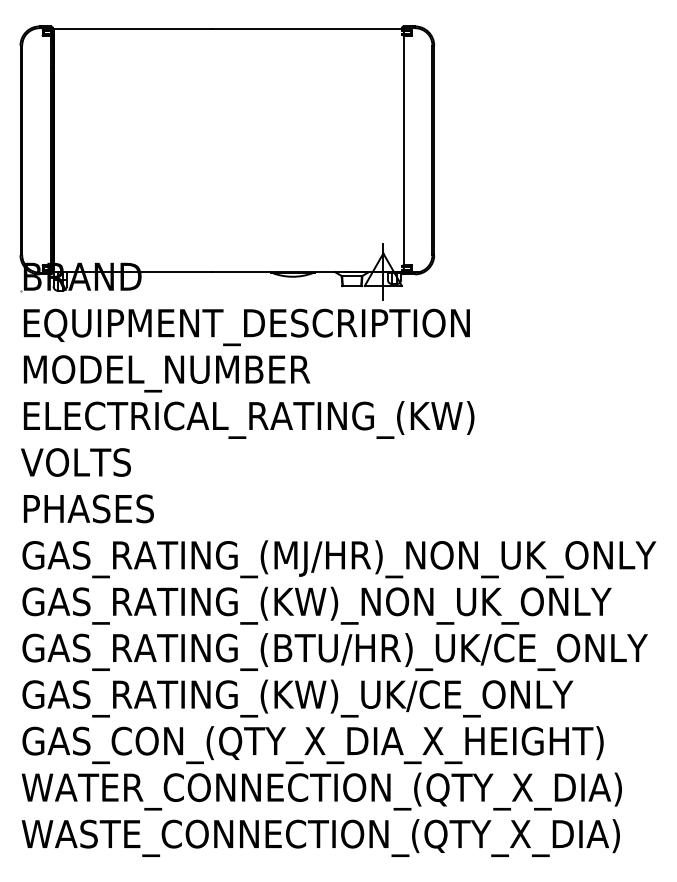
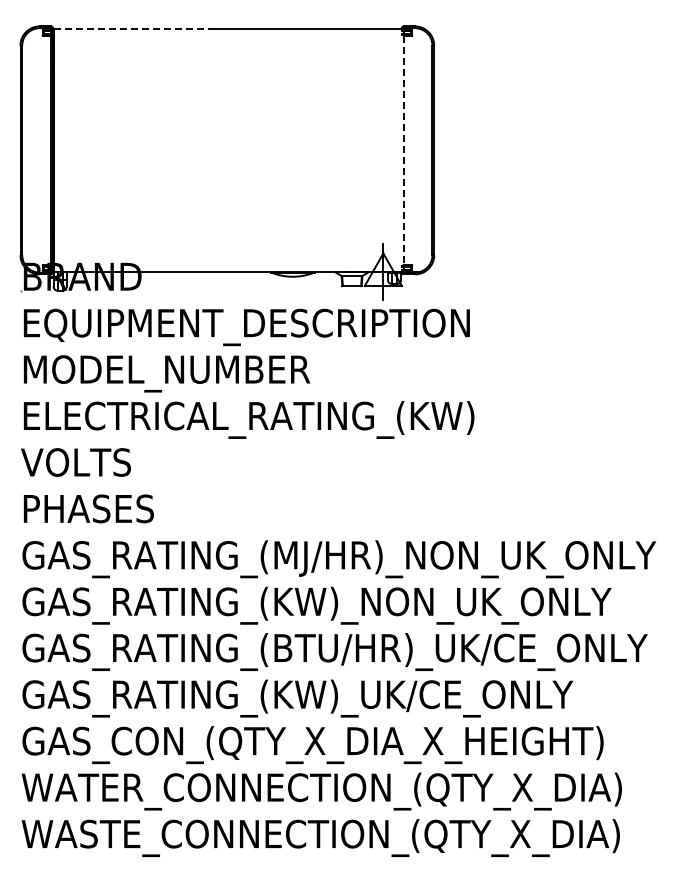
line at (132, 28): solid -> dashed
line at (403, 150): solid -> dashed
